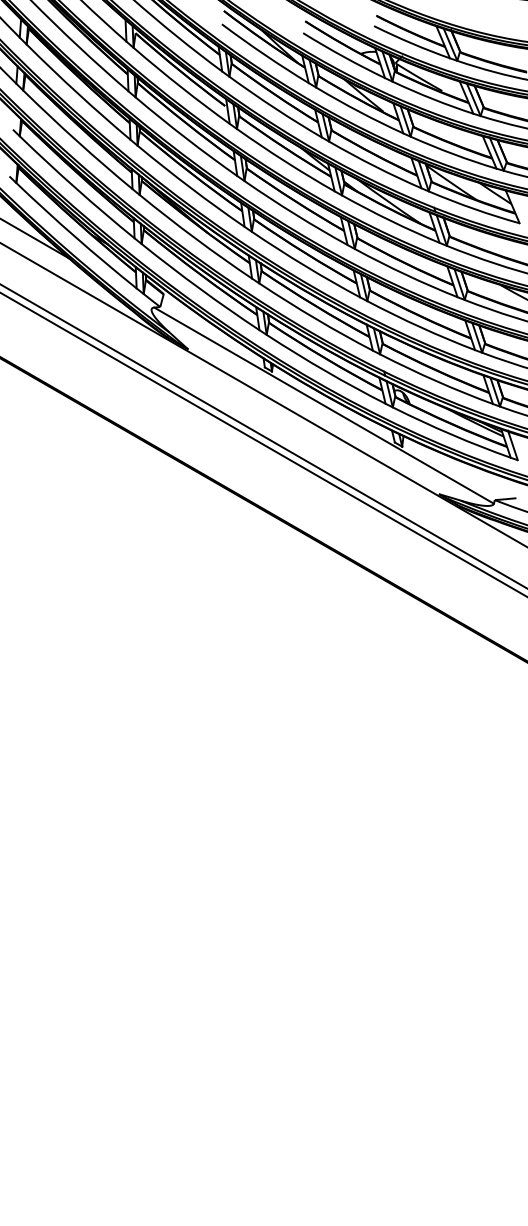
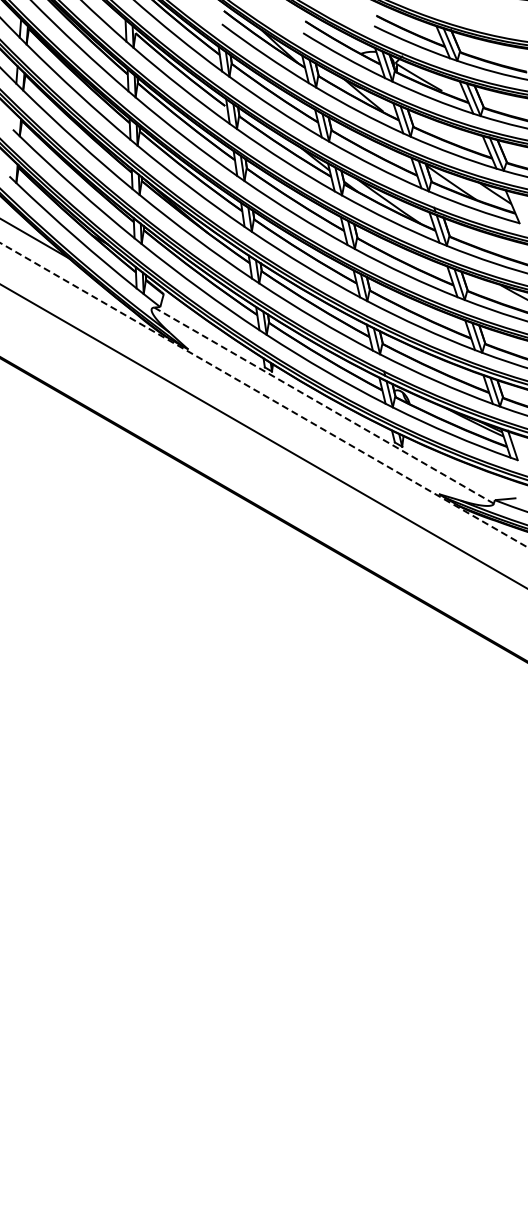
line at (264, 395): solid -> dashed
line at (323, 405): solid -> dashed
line at (263, 444): present -> none
